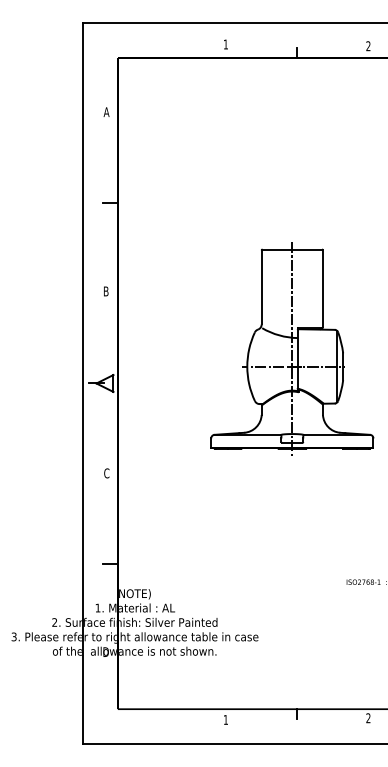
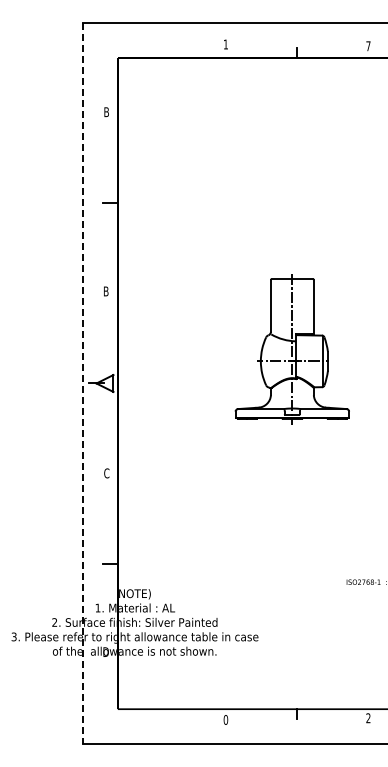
text at (368, 46): 2 -> 7
text at (106, 112): A -> B
part at (292, 348) size: 165x214 px -> 116x151 px
line at (83, 383): solid -> dashed
text at (225, 719): 1 -> 0
